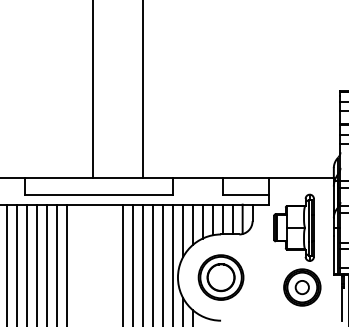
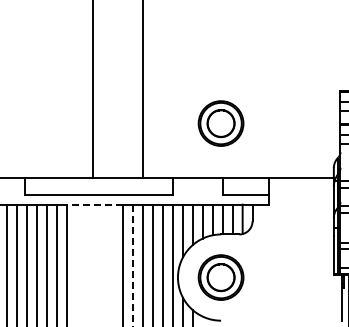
part at (220, 123): none -> present
line at (94, 204): solid -> dashed
part at (297, 249): present -> none
line at (133, 265): solid -> dashed
